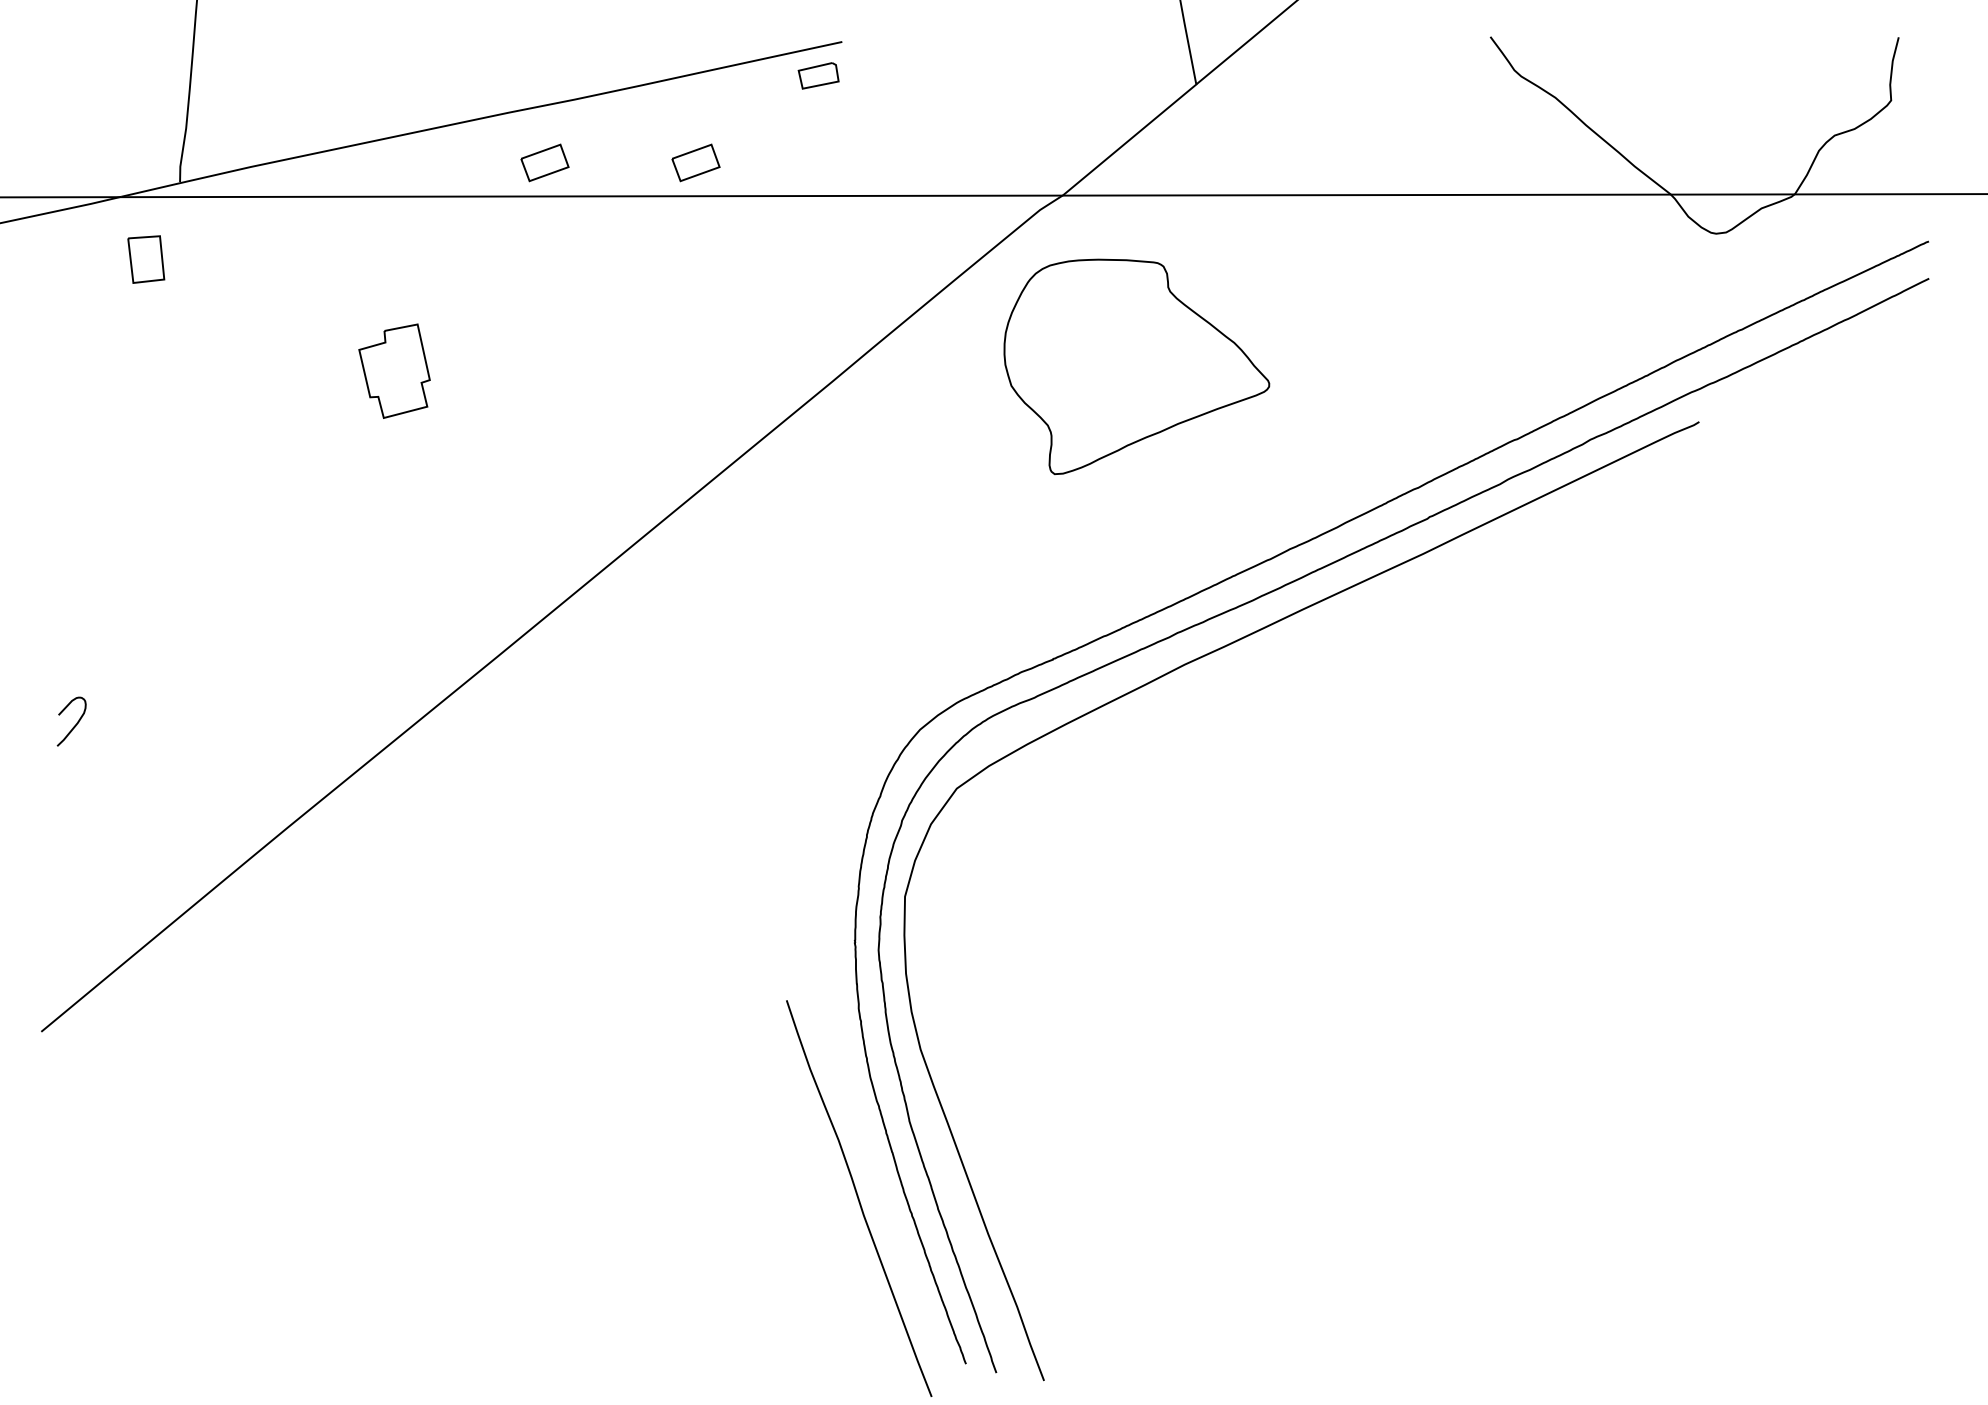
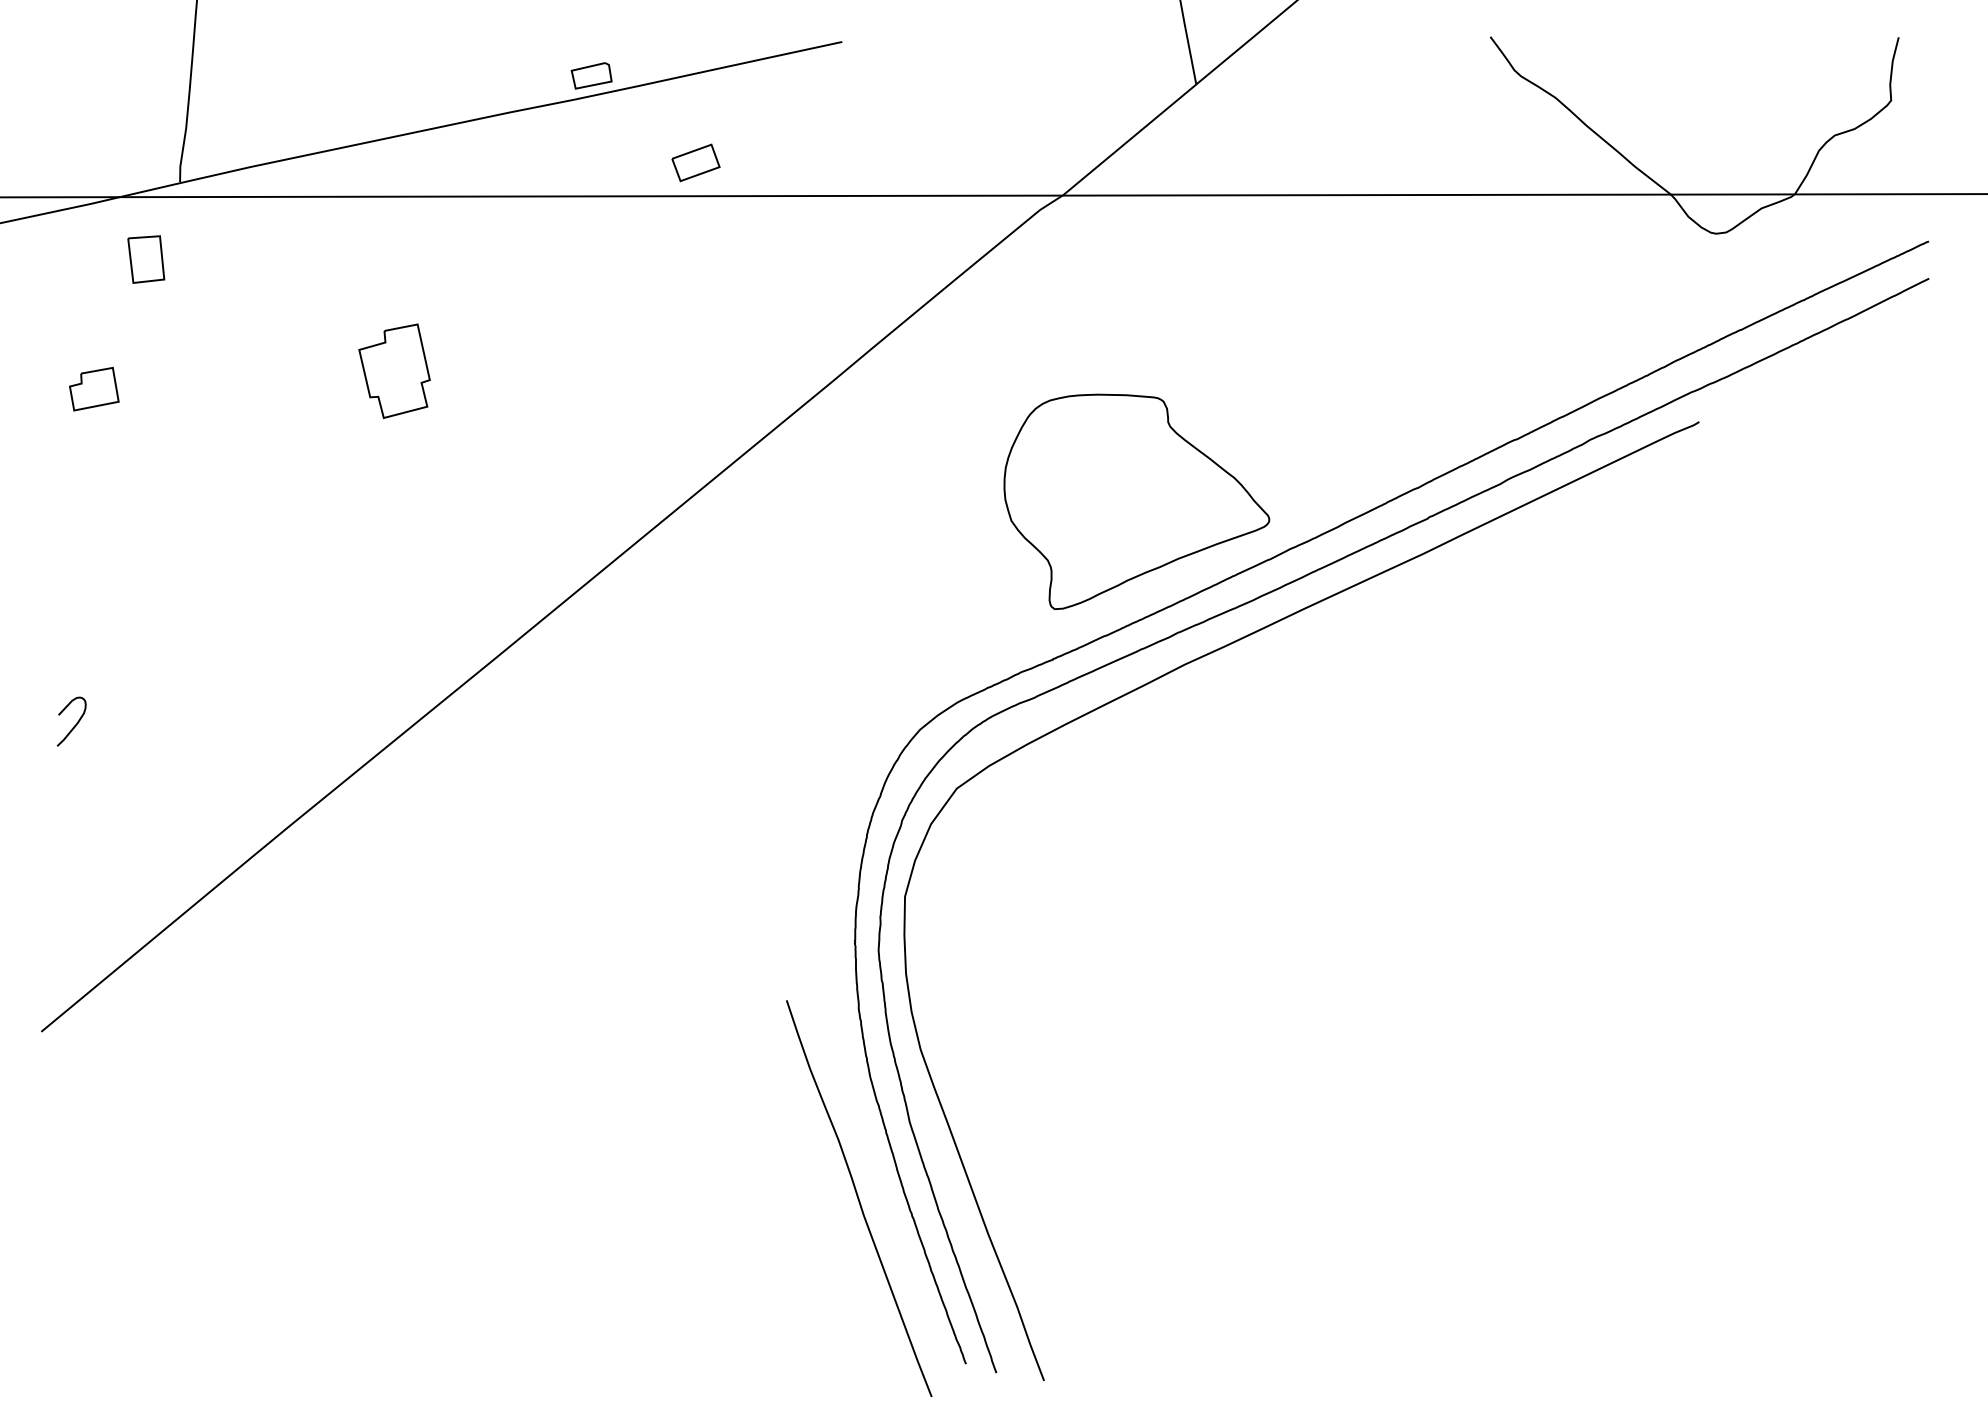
part at (818, 75) position: (818, 75) -> (591, 75)
part at (544, 162): present -> none
part at (1136, 366) position: (1136, 366) -> (1136, 501)
part at (94, 388): none -> present
